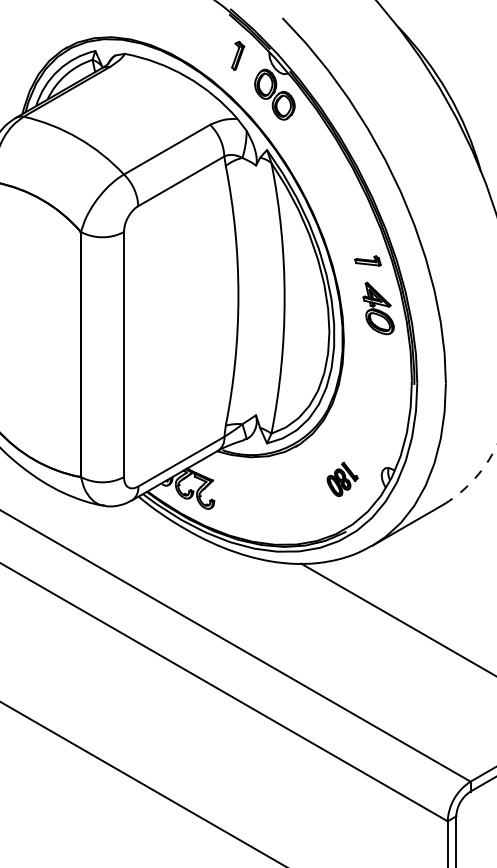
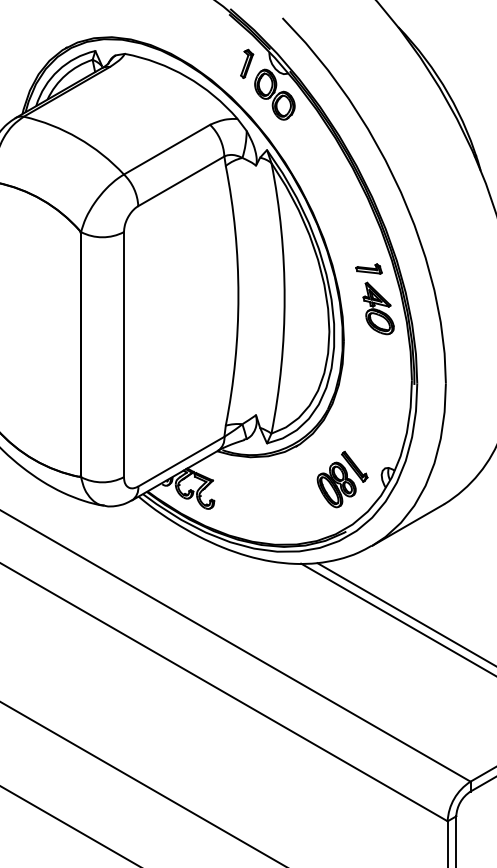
part at (238, 55) position: (238, 55) -> (247, 63)
part at (367, 260) position: (367, 260) -> (368, 268)
part at (342, 478) size: 33x36 px -> 53x59 px
arc at (474, 478): dashed -> solid
line at (405, 613): none -> present
line at (69, 825): none -> present
